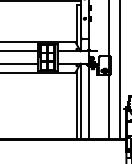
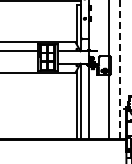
line at (20, 63): present -> none
line at (120, 69): solid -> dashed
